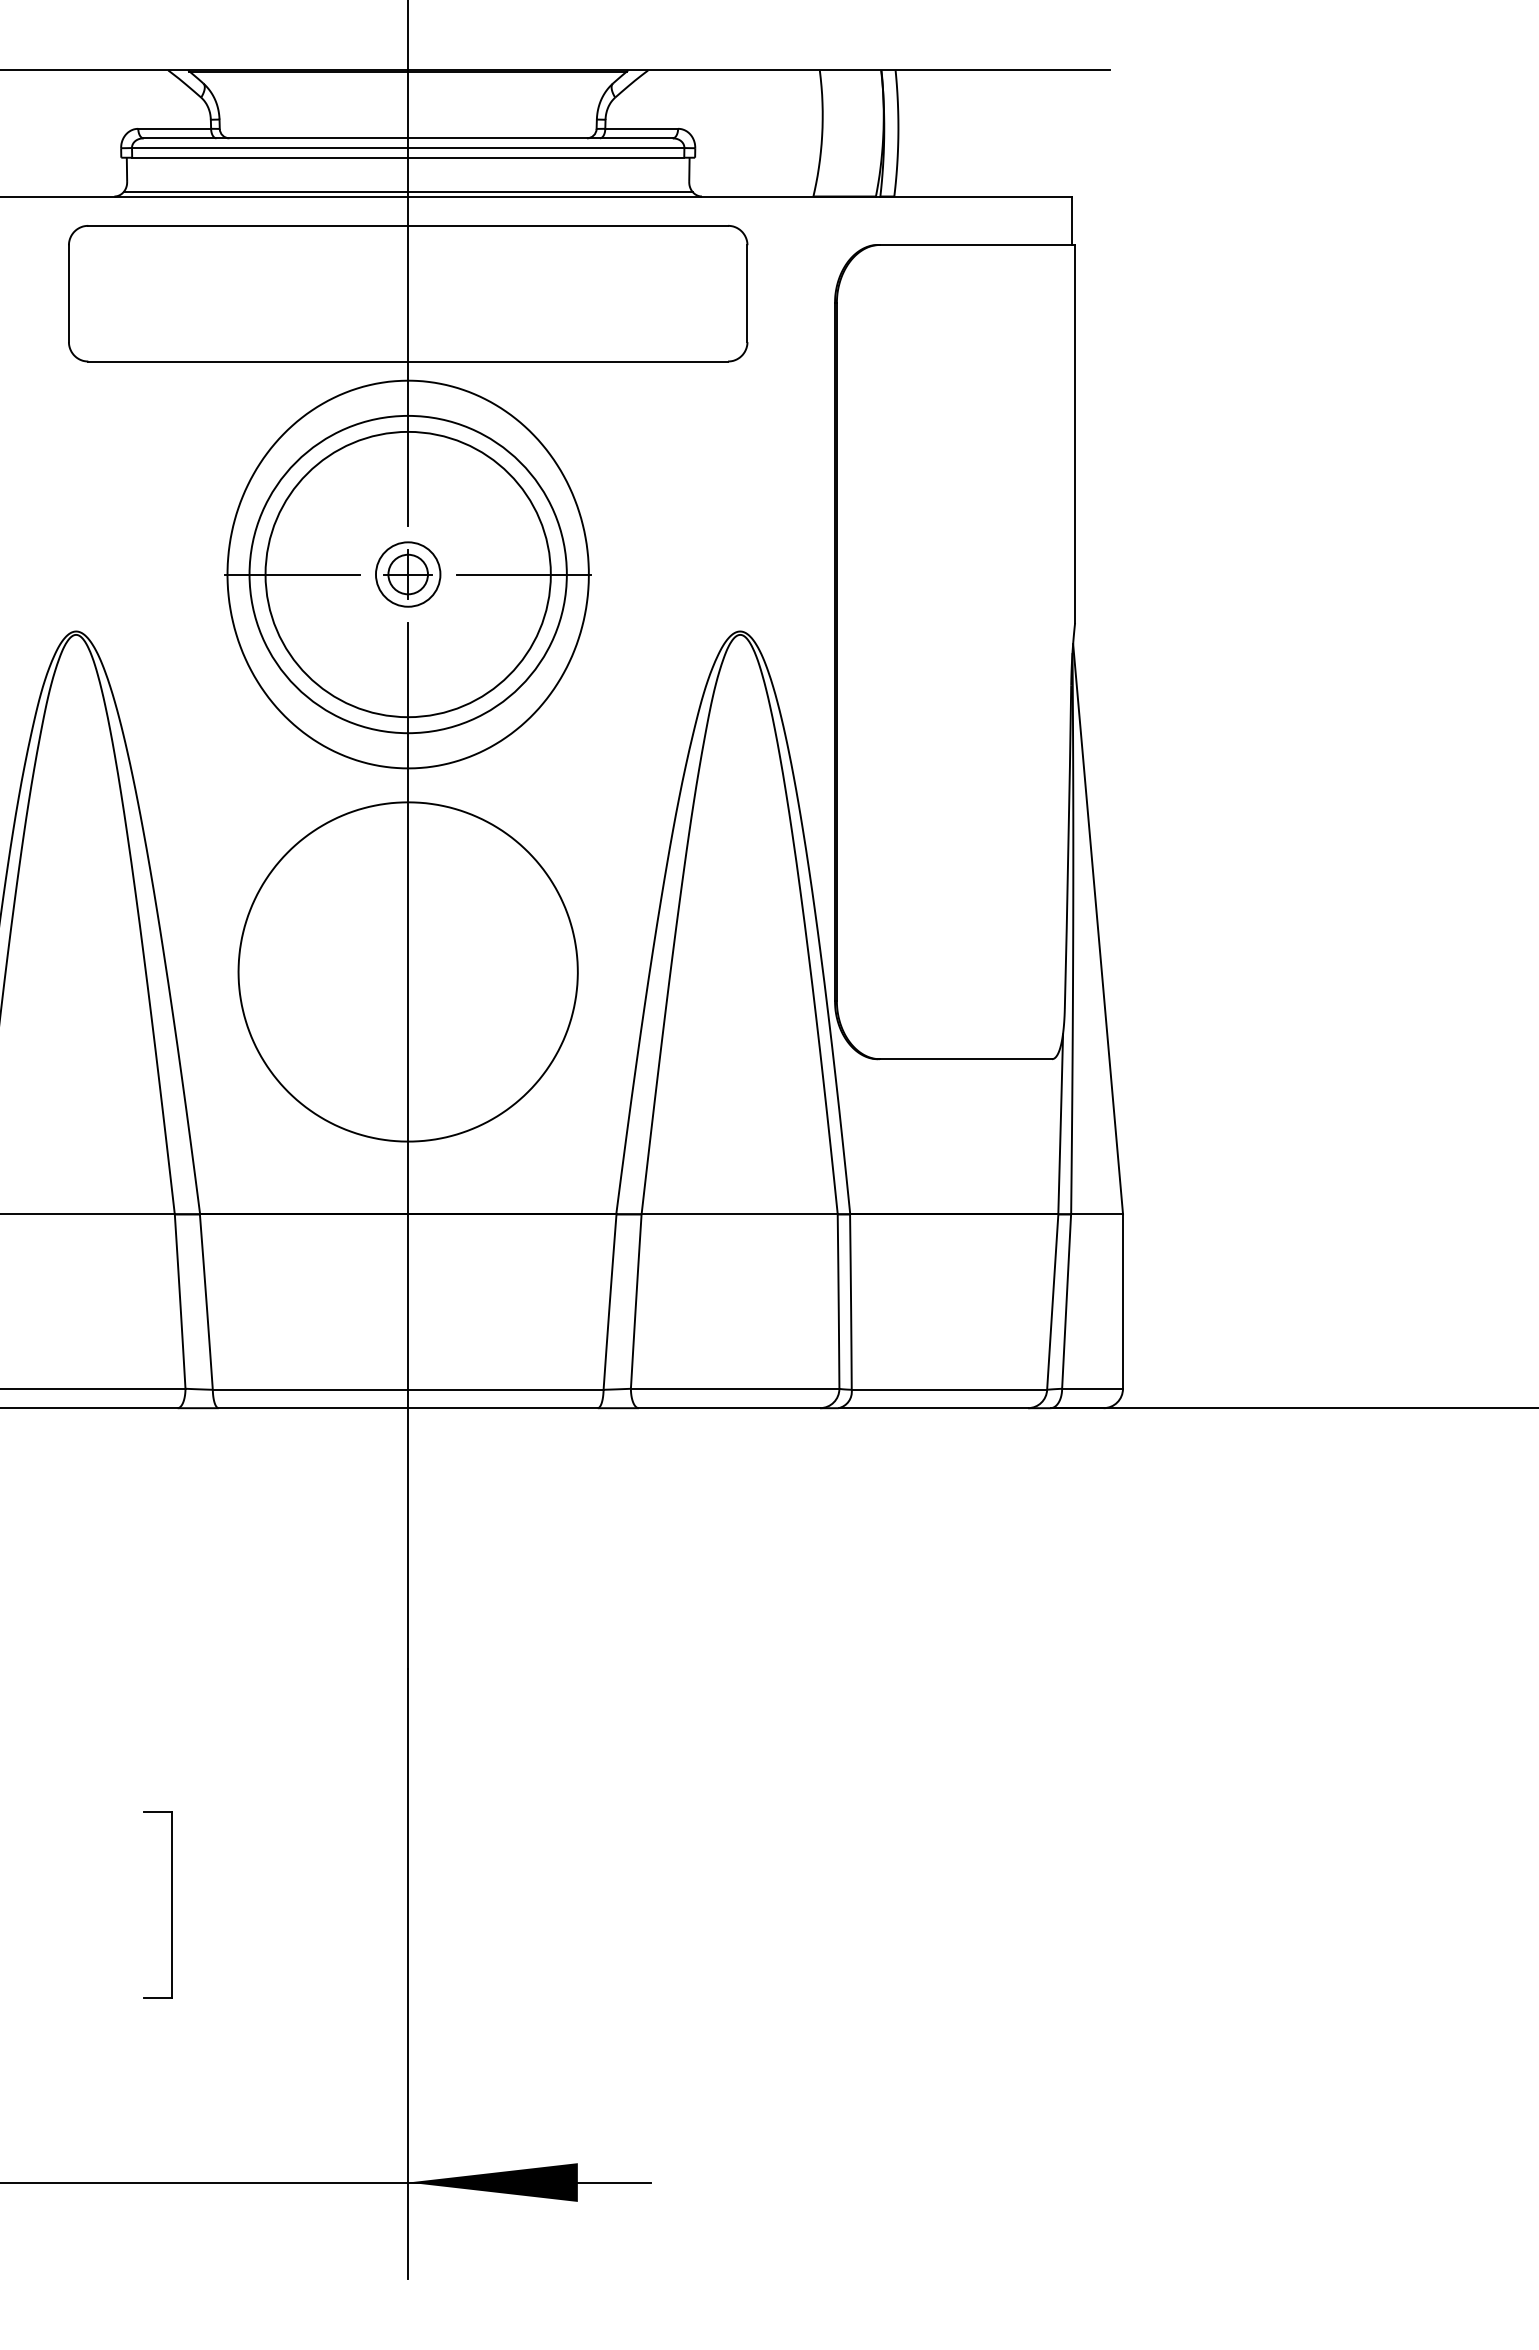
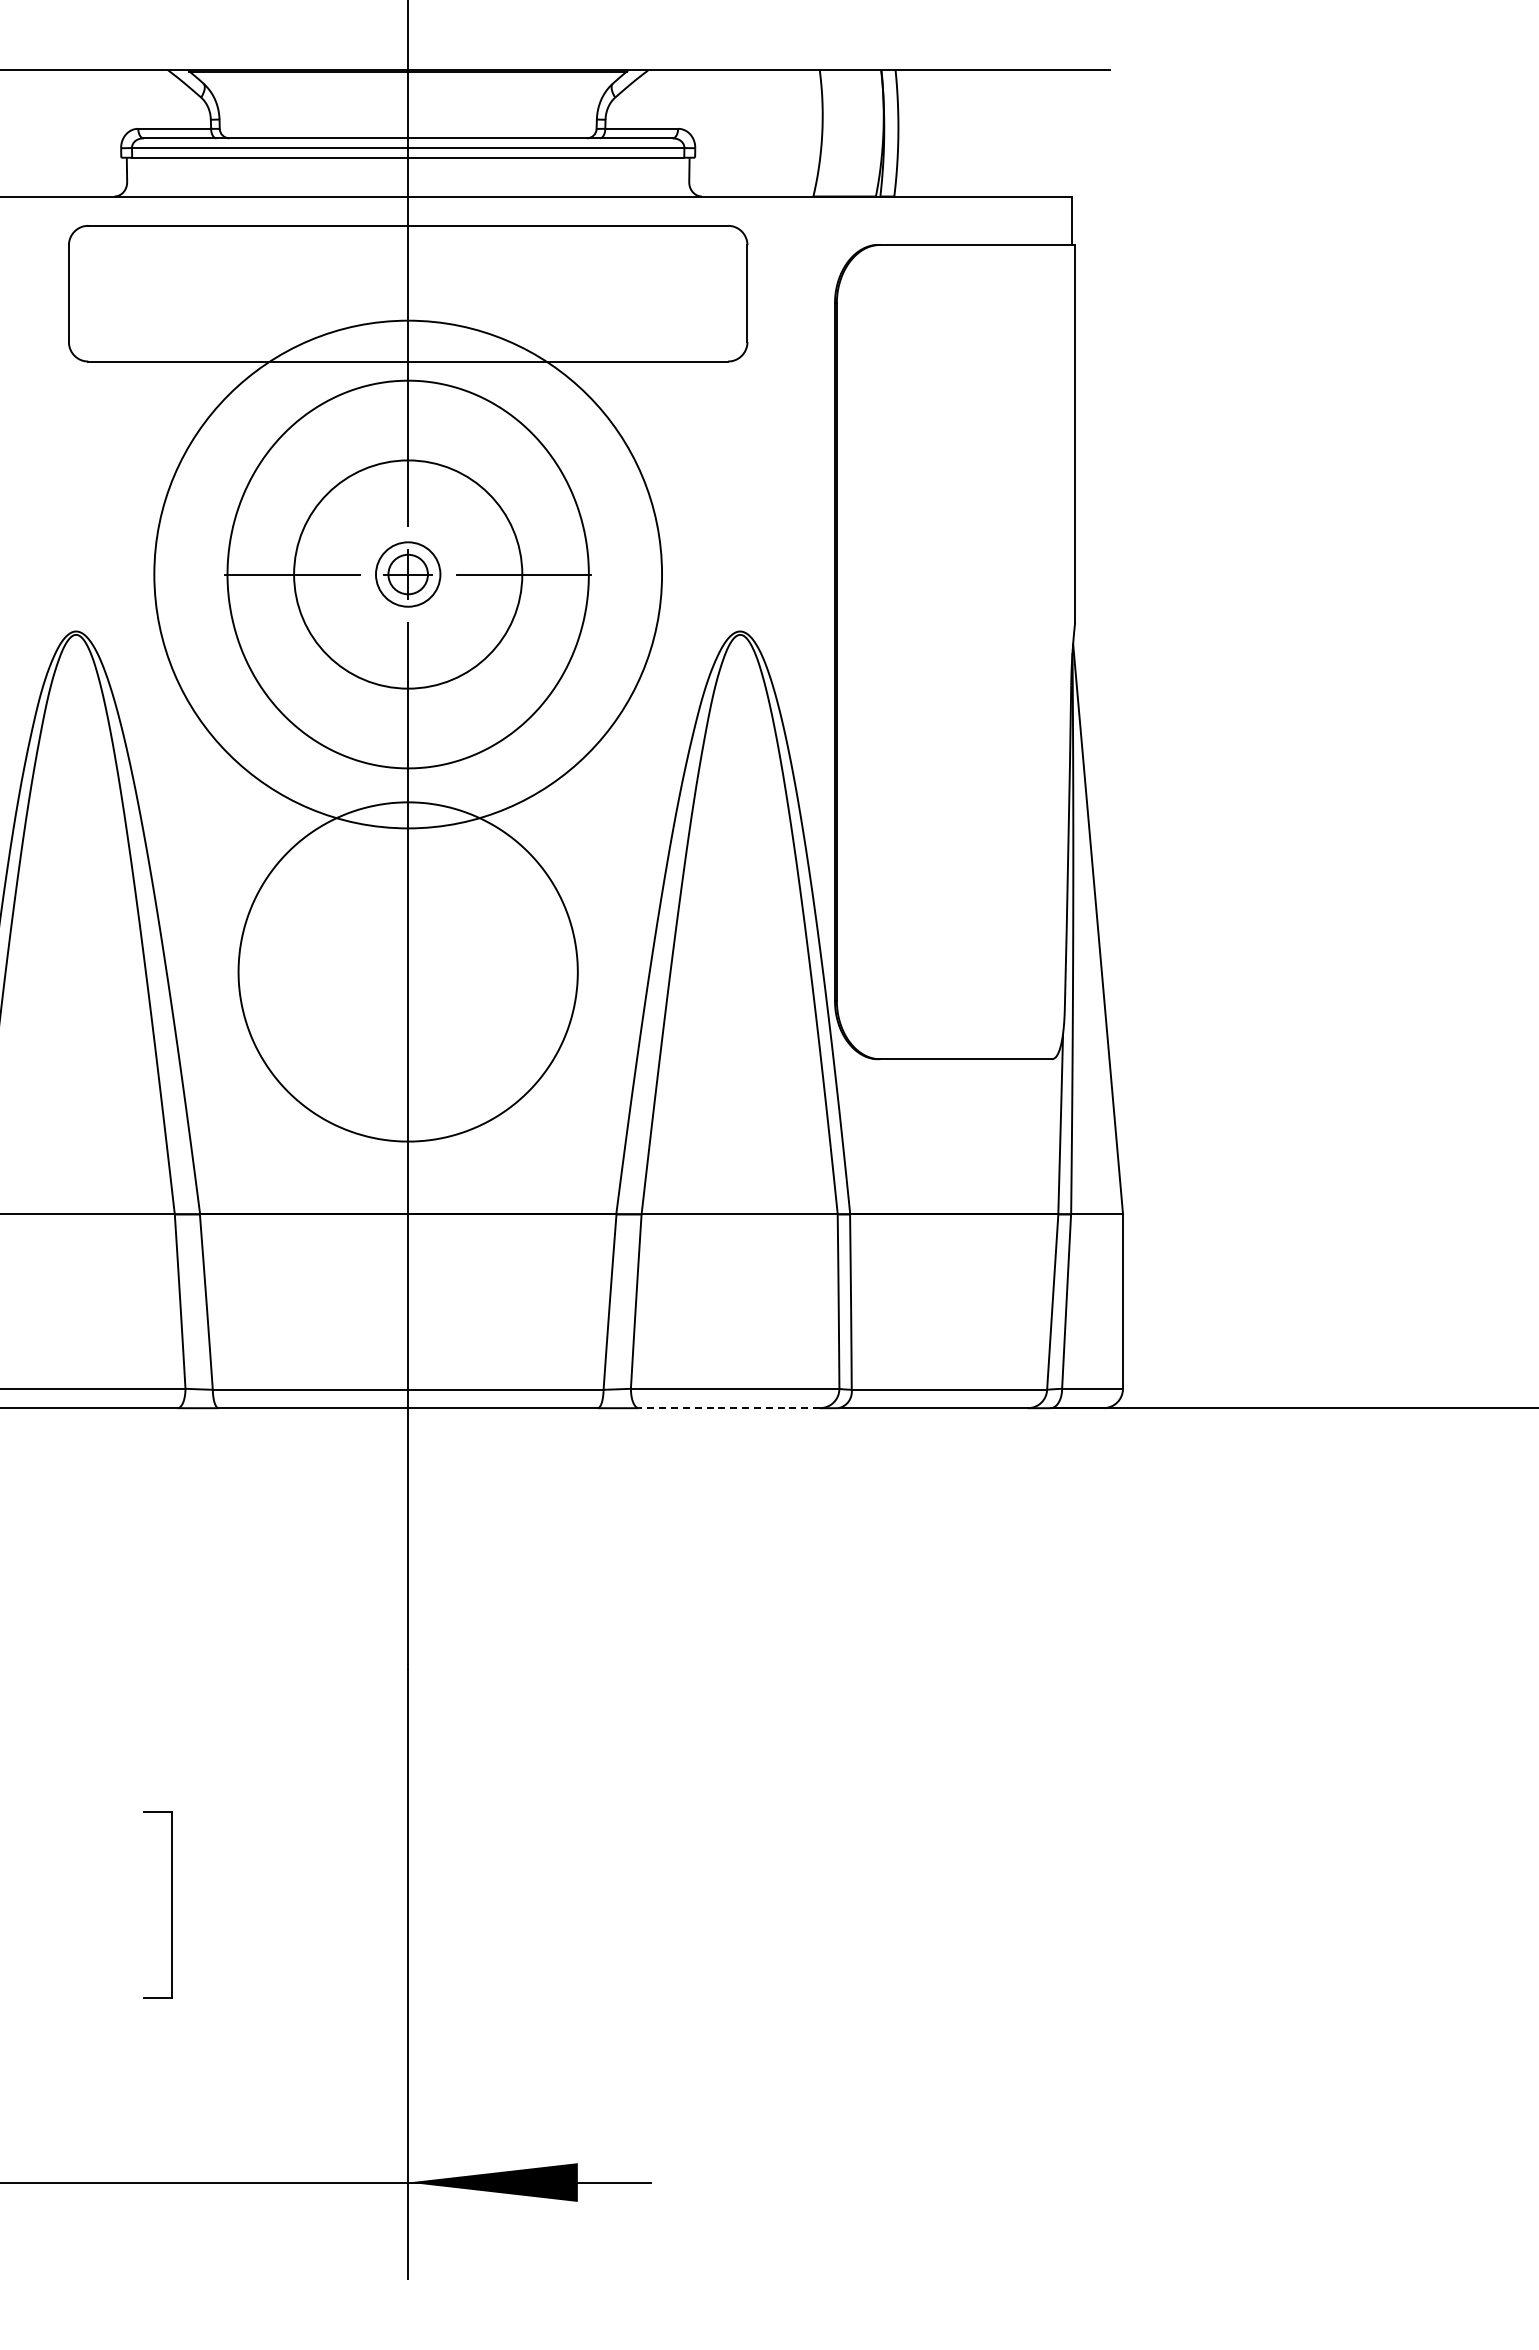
line at (407, 191): present -> none
circle at (407, 574) diameter: 285 px -> 228 px
circle at (407, 574) diameter: 317 px -> 508 px
line at (729, 1408): solid -> dashed
